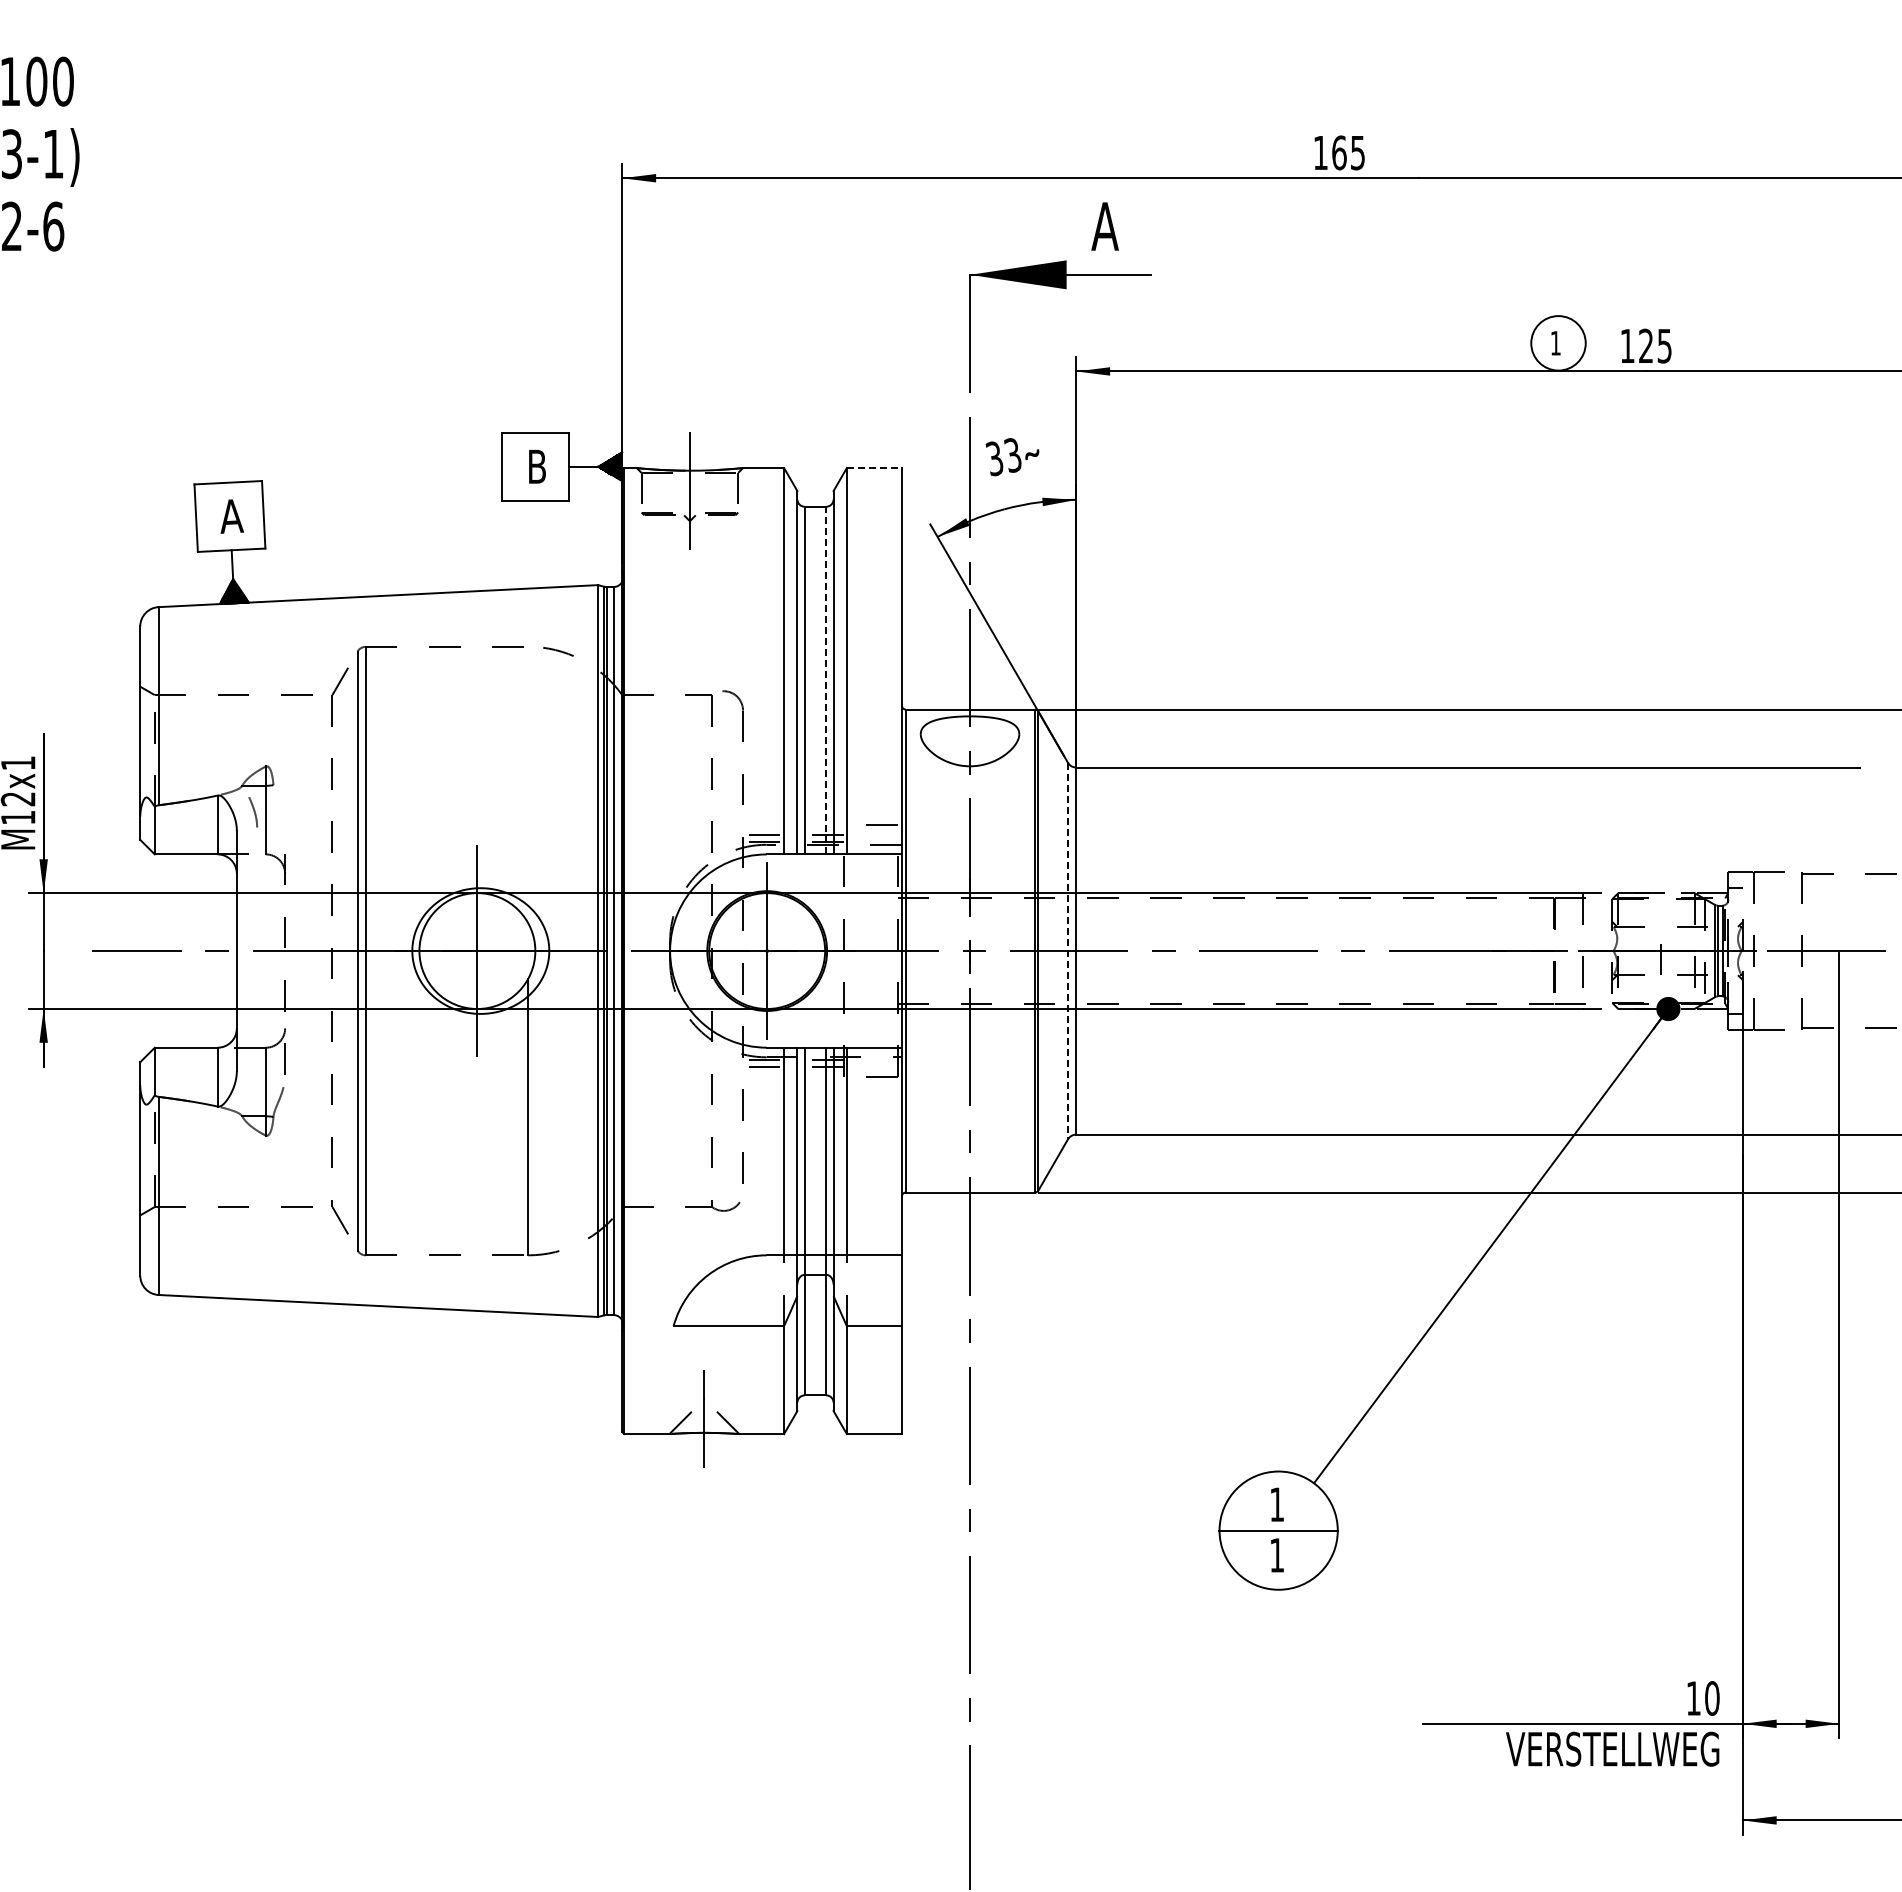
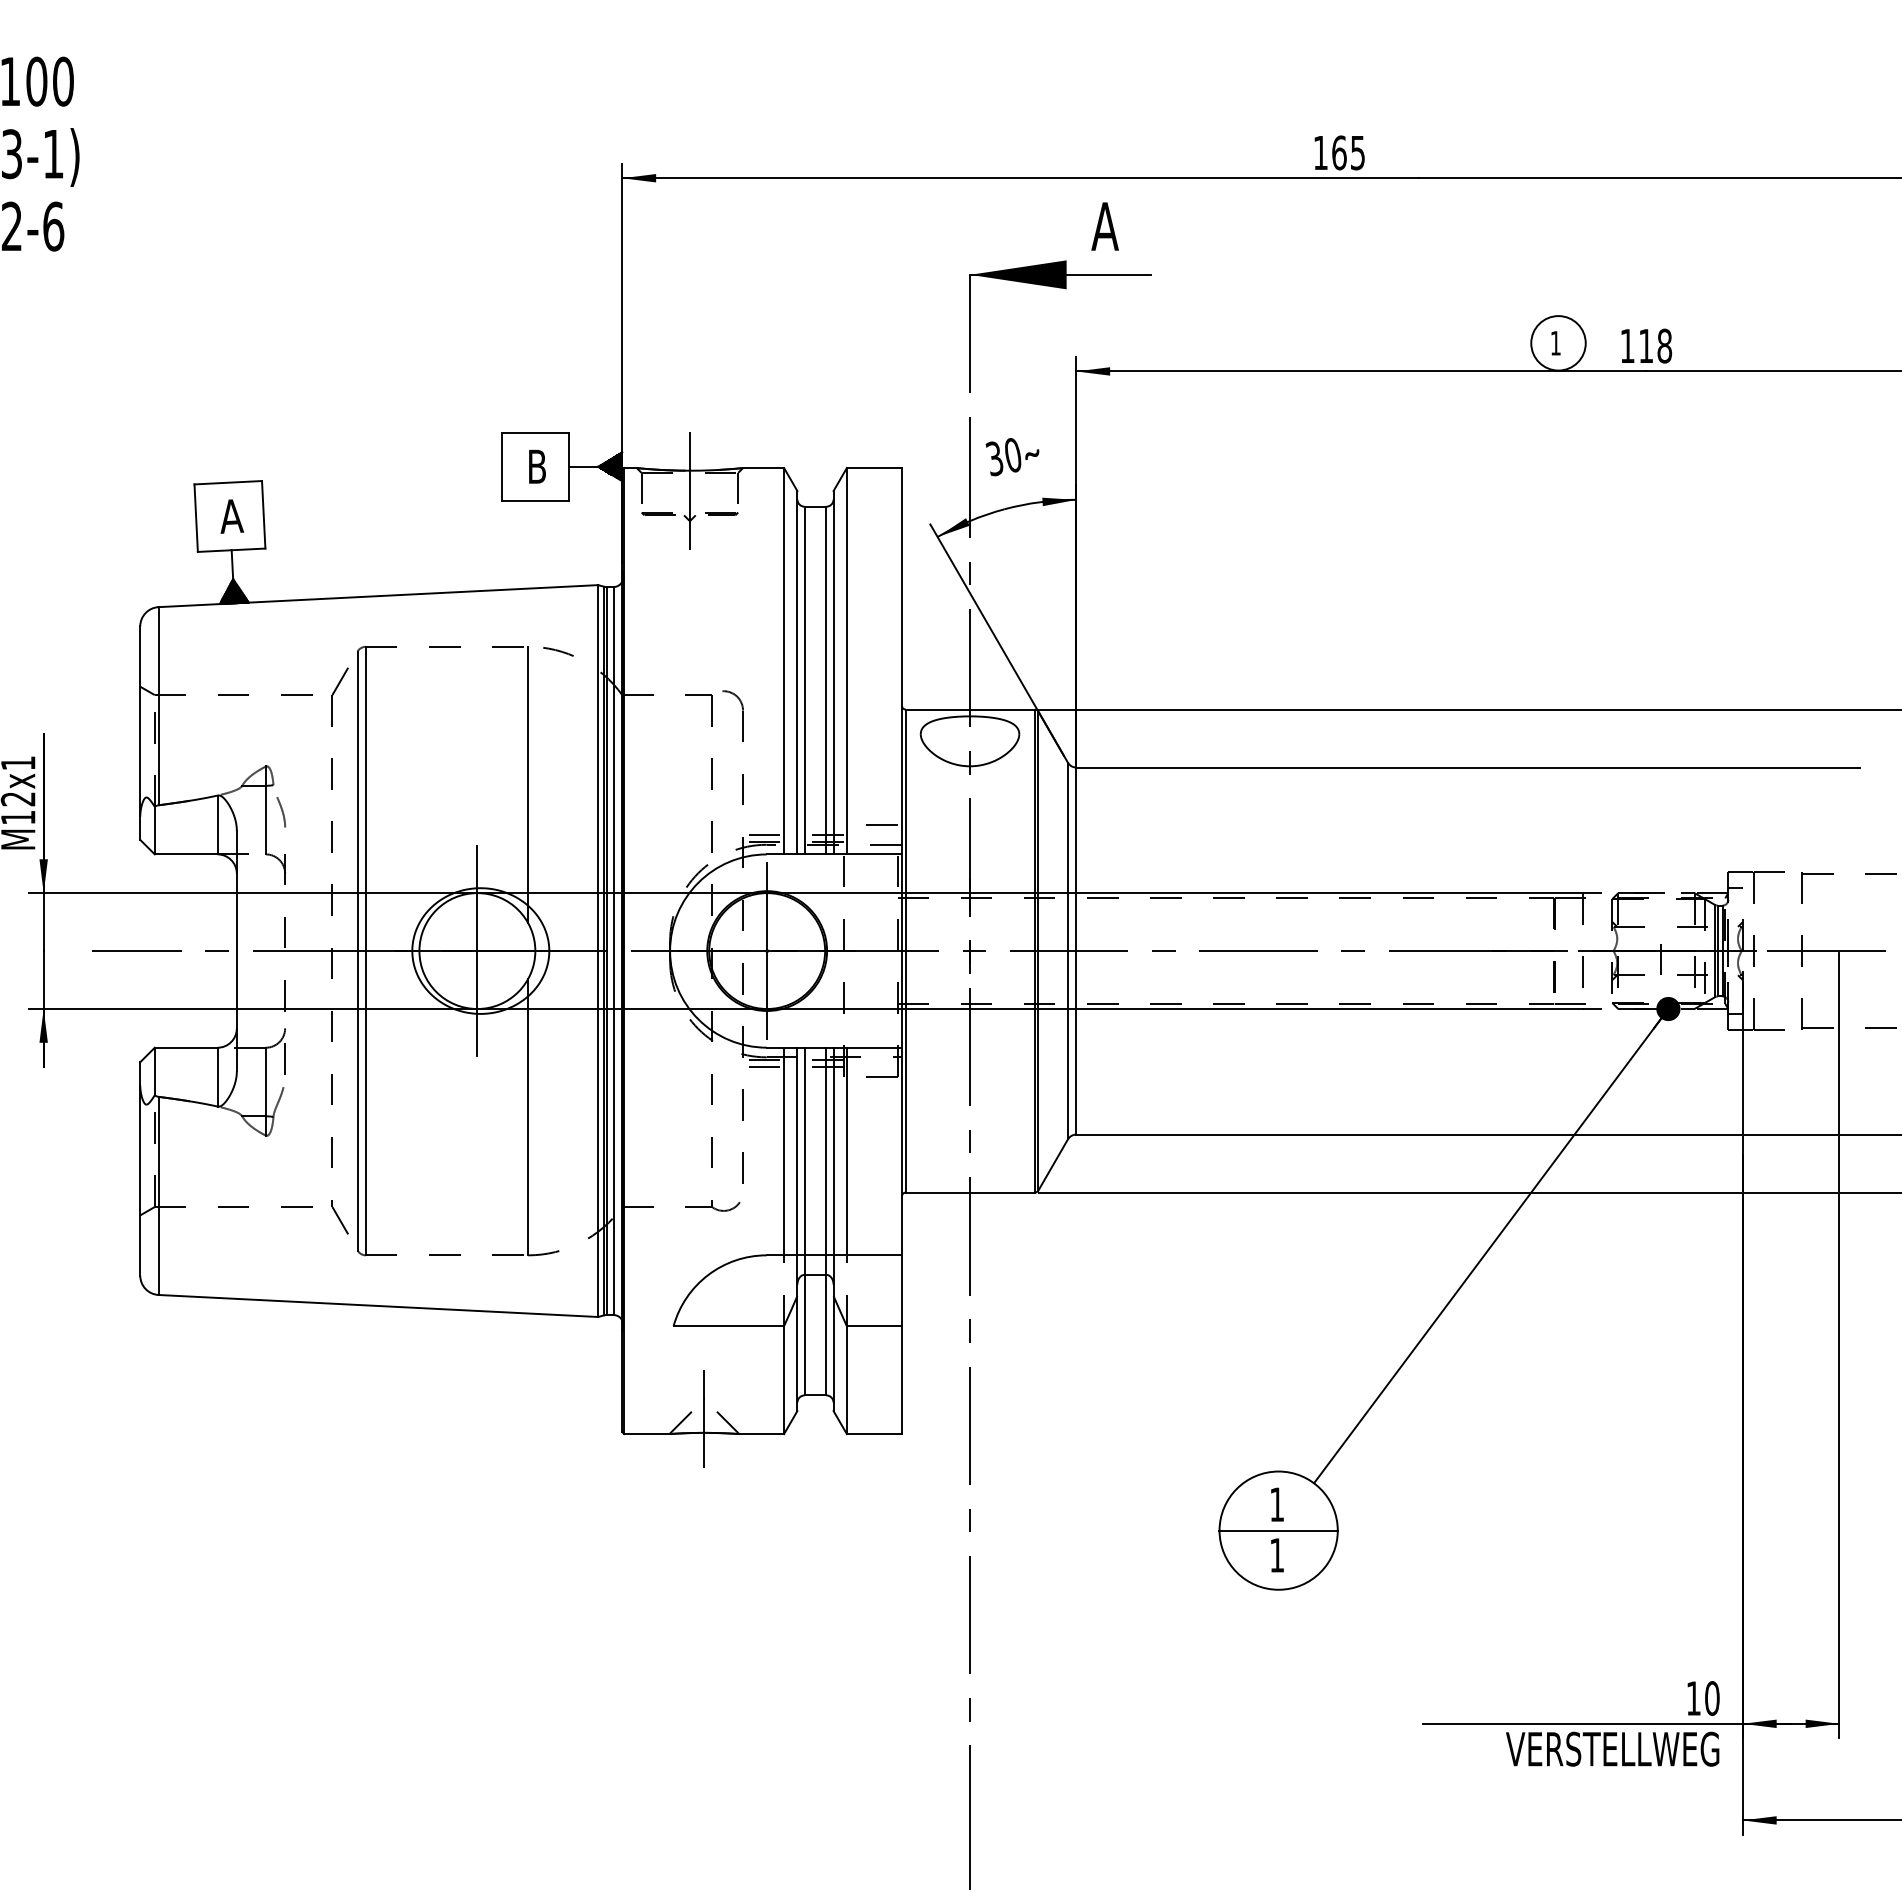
text at (1655, 345): 125 -> 118
text at (1012, 455): 33 -> 30
line at (874, 468): dashed -> solid
line at (826, 680): dashed -> solid
line at (528, 784): none -> present
curve at (253, 811) position: (253, 811) -> (281, 811)
line at (1067, 951): dashed -> solid
